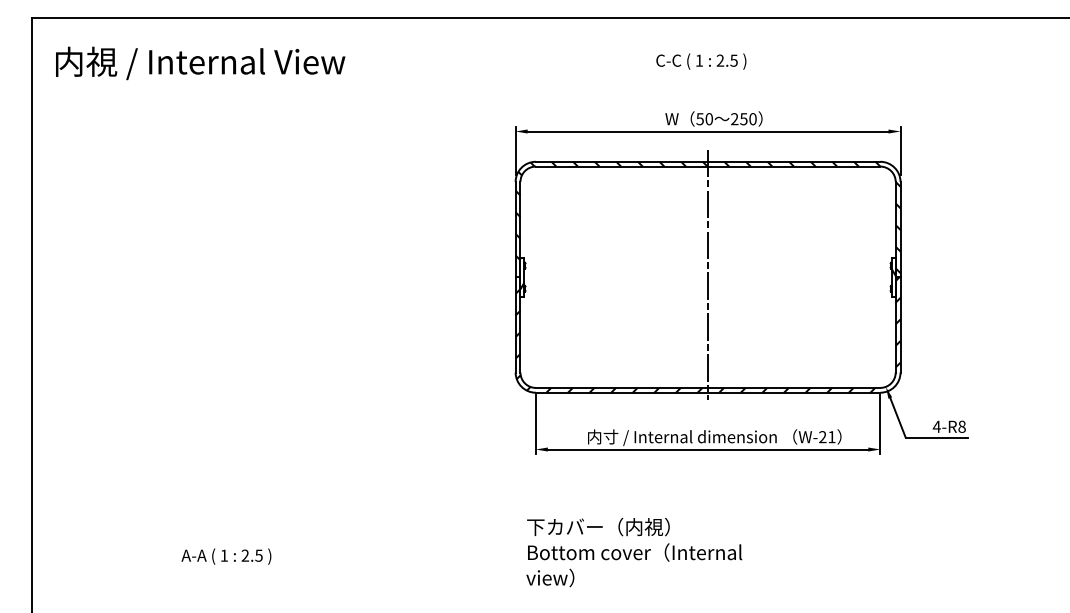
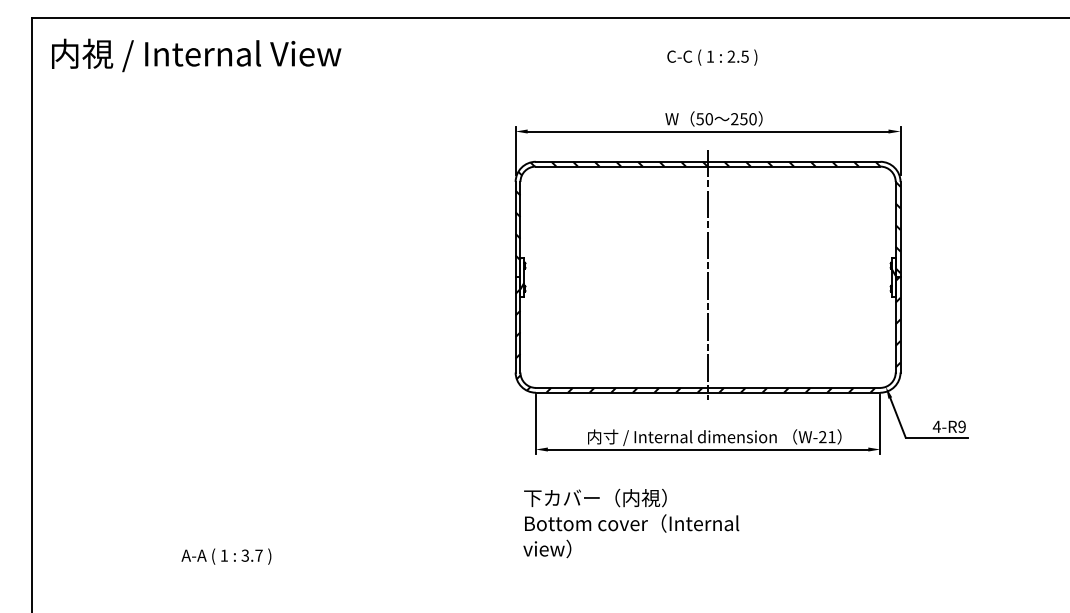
text at (701, 61) position: (701, 61) -> (712, 57)
text at (200, 63) position: (200, 63) -> (196, 55)
text at (961, 426): 4-R8 -> 4-R9
text at (634, 552) position: (634, 552) -> (631, 523)
text at (251, 555): 2.5 -> 3.7
